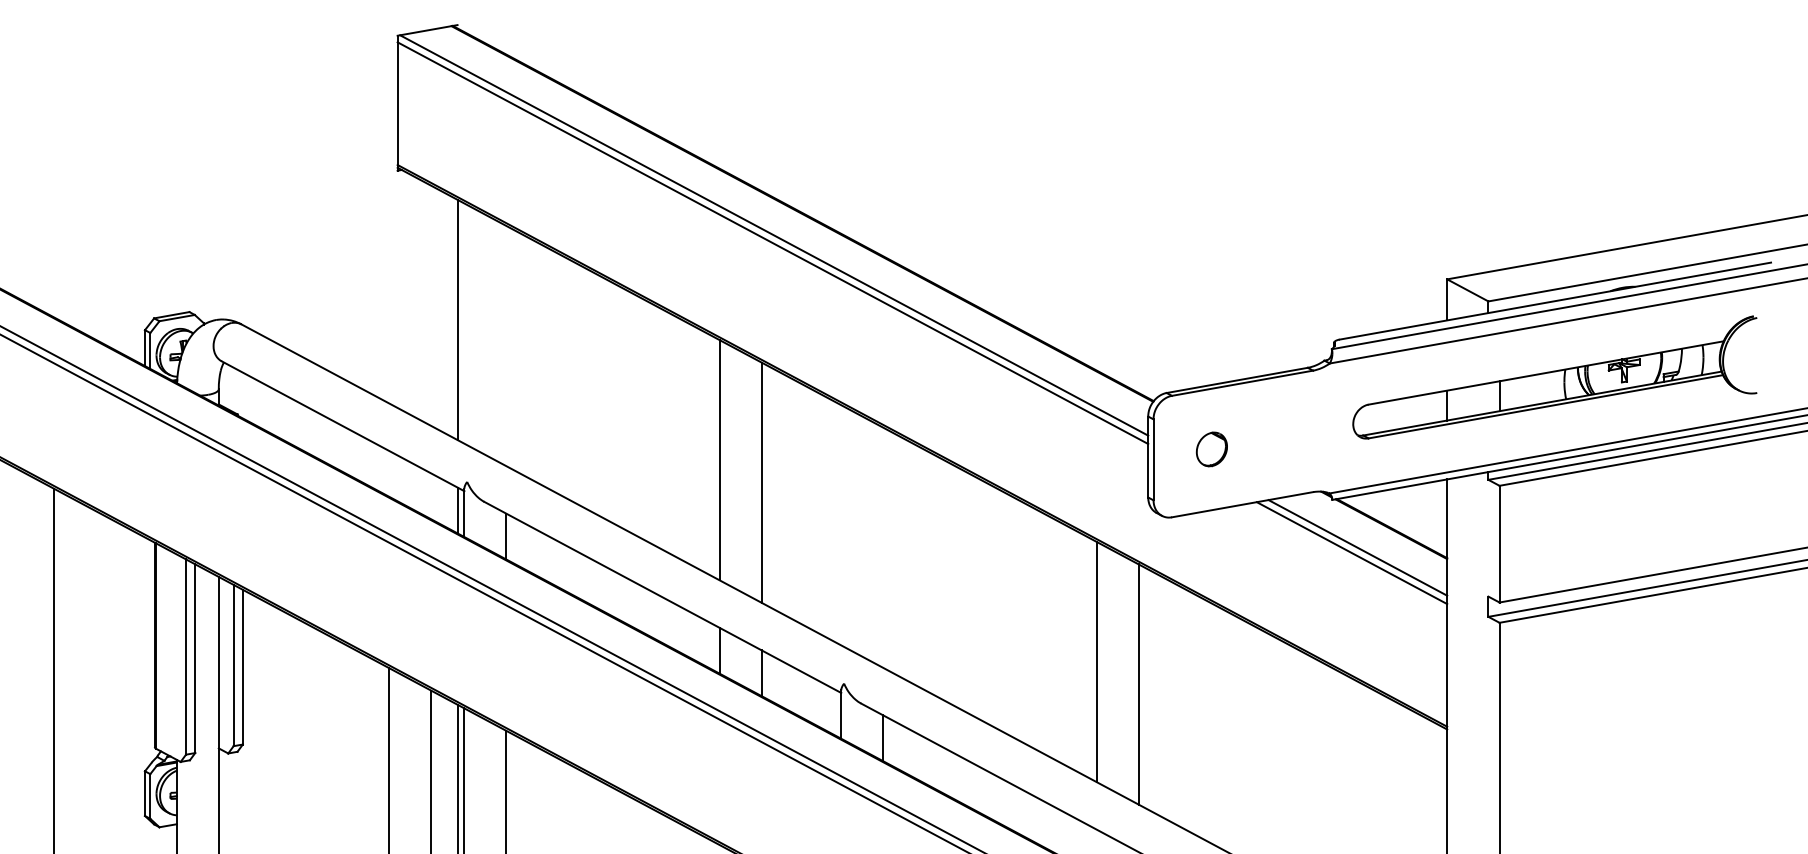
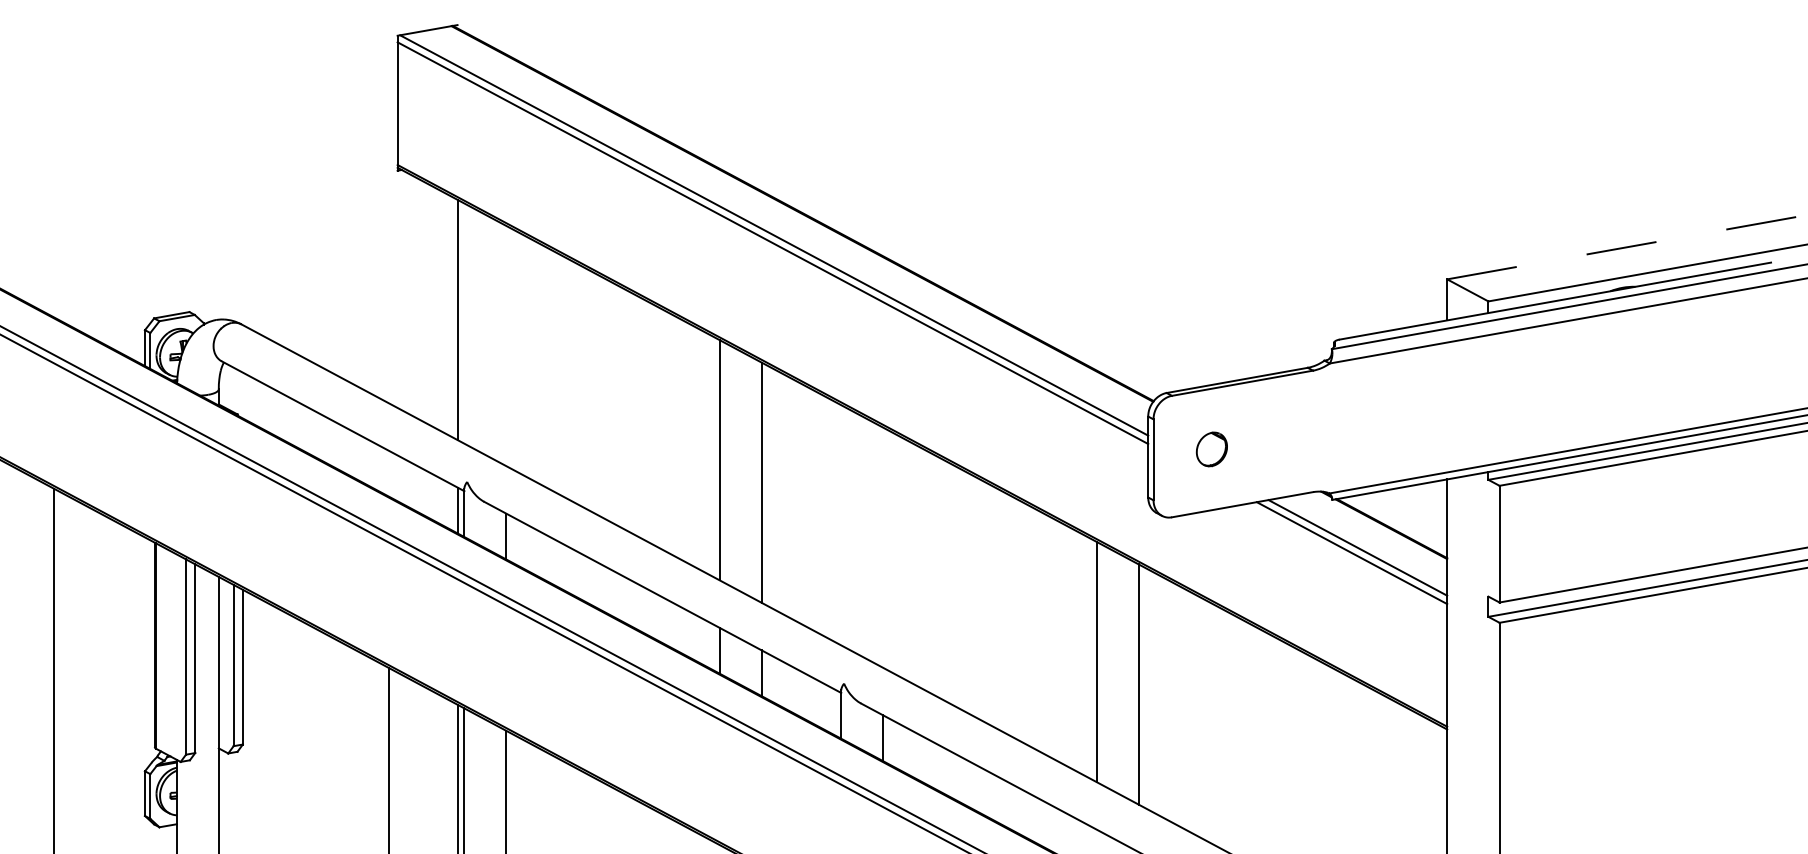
line at (1627, 247): solid -> dashed
part at (1554, 377): present -> none
line at (431, 770): present -> none
